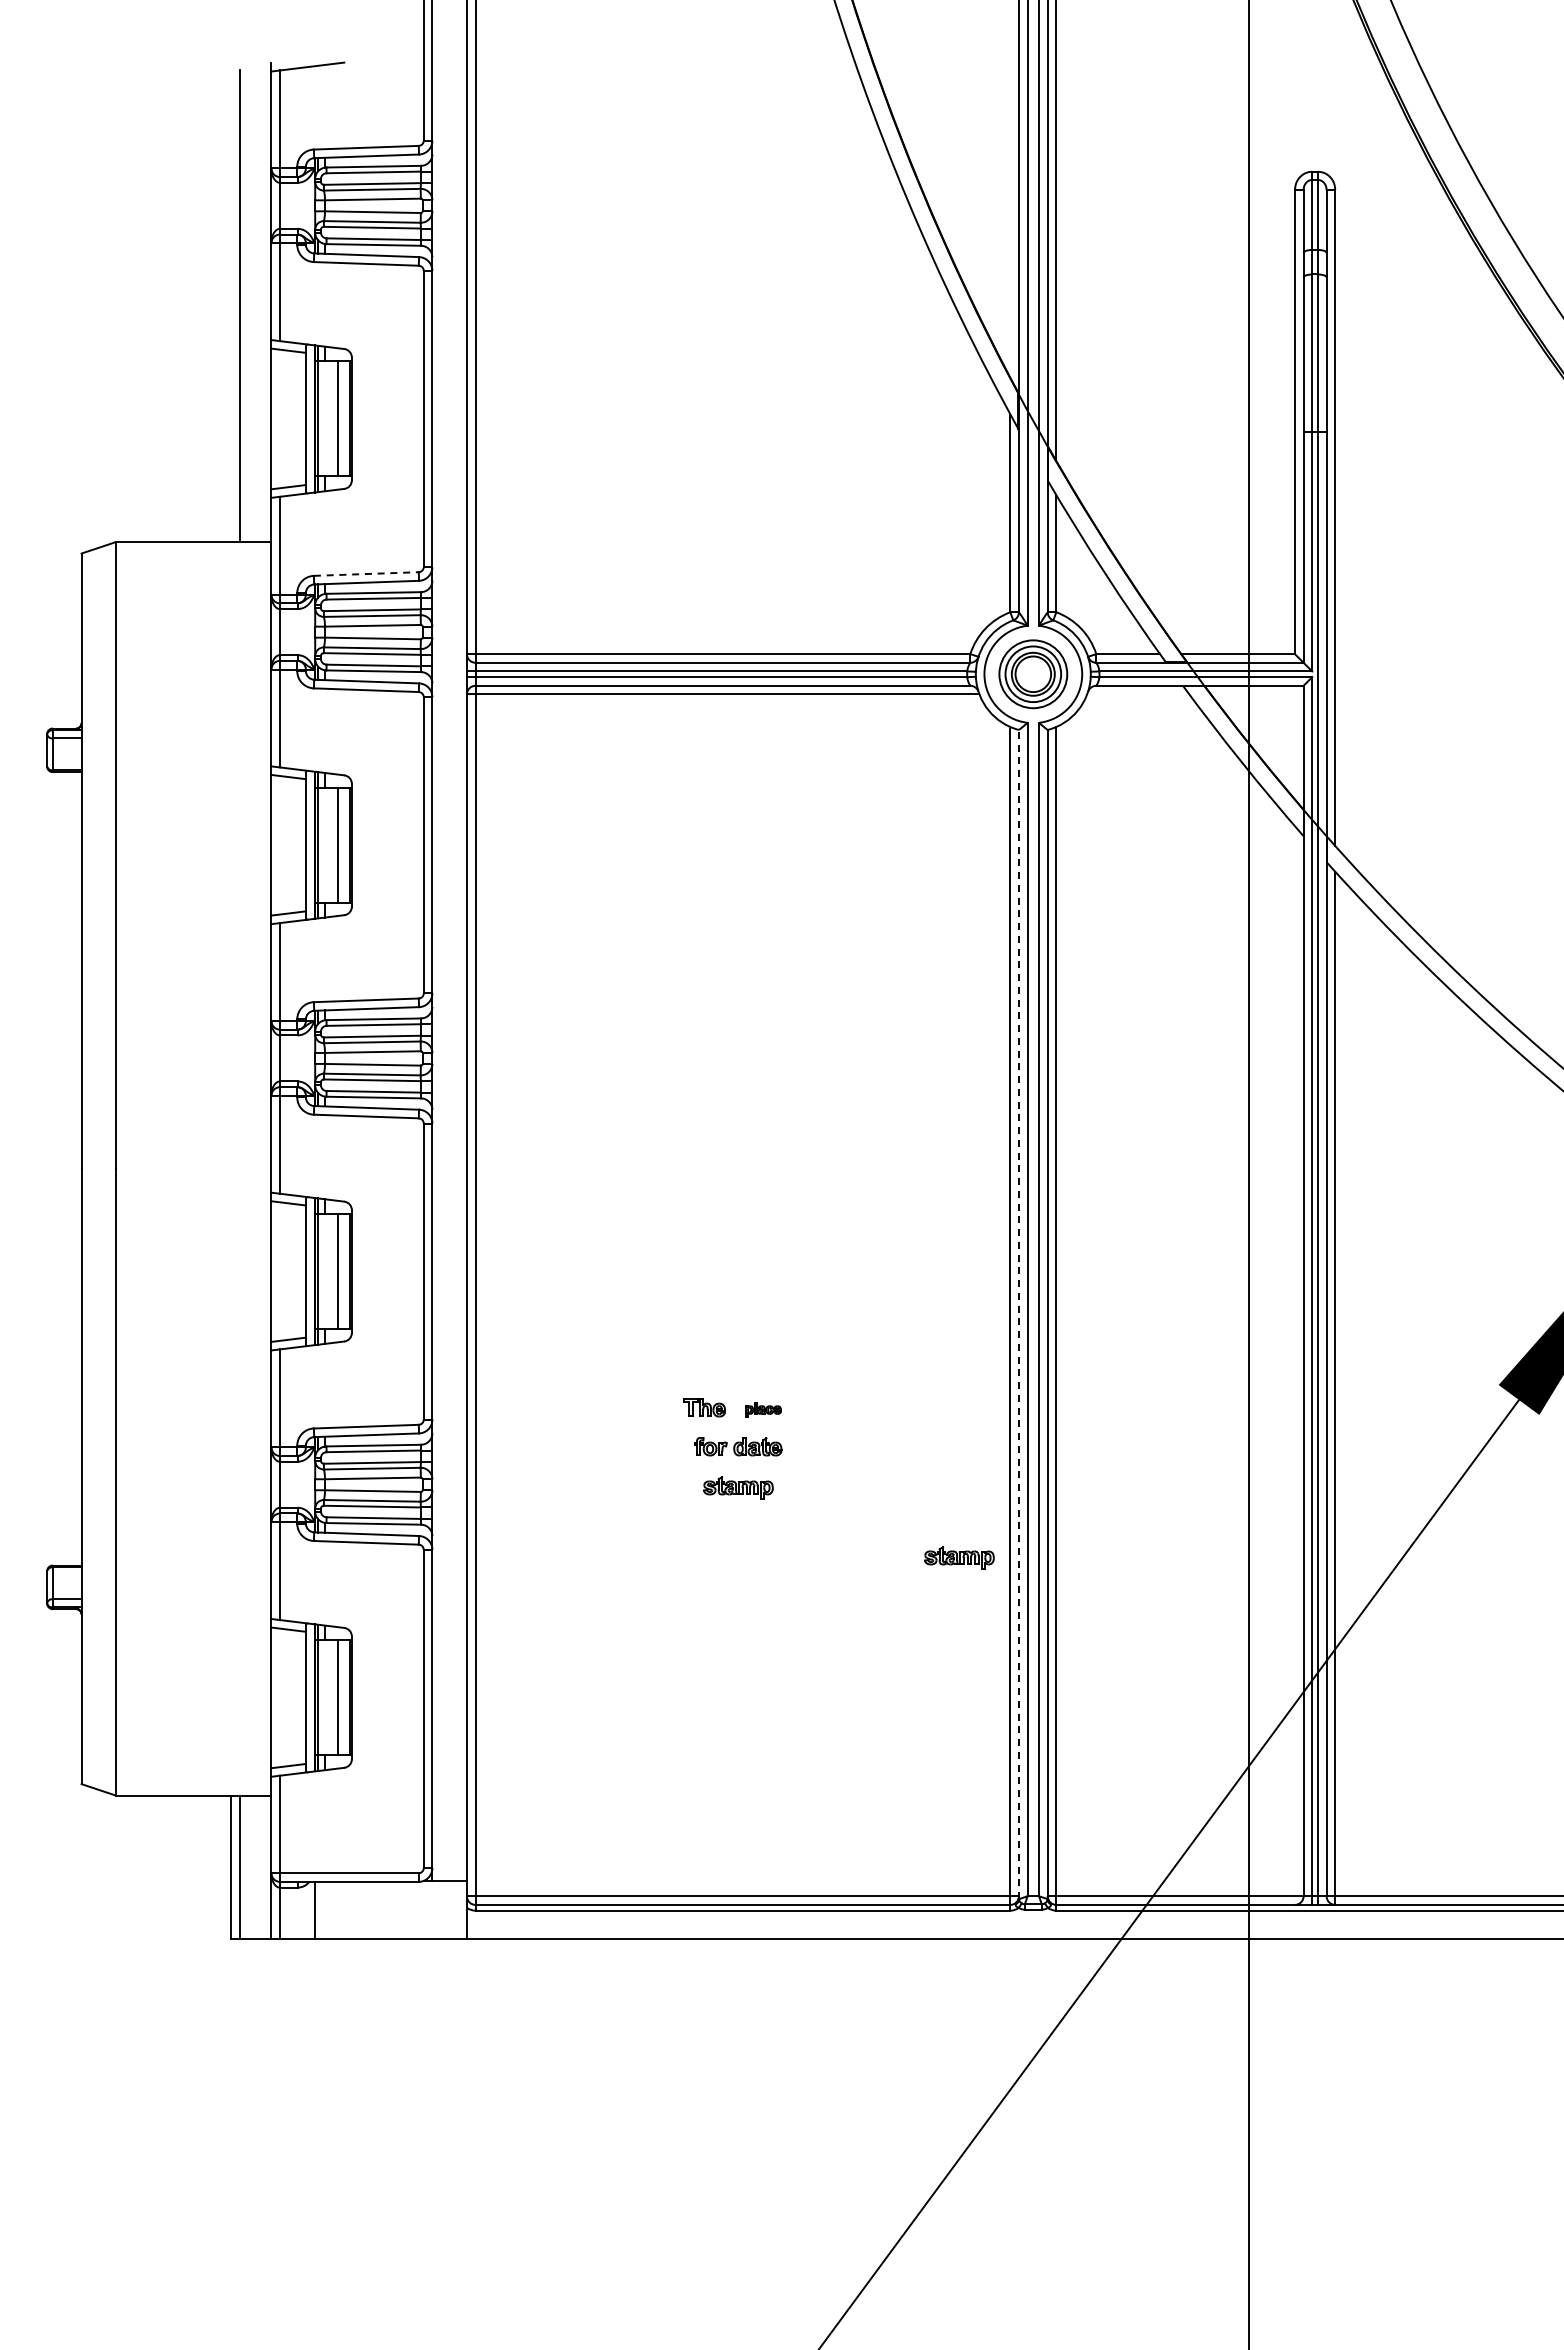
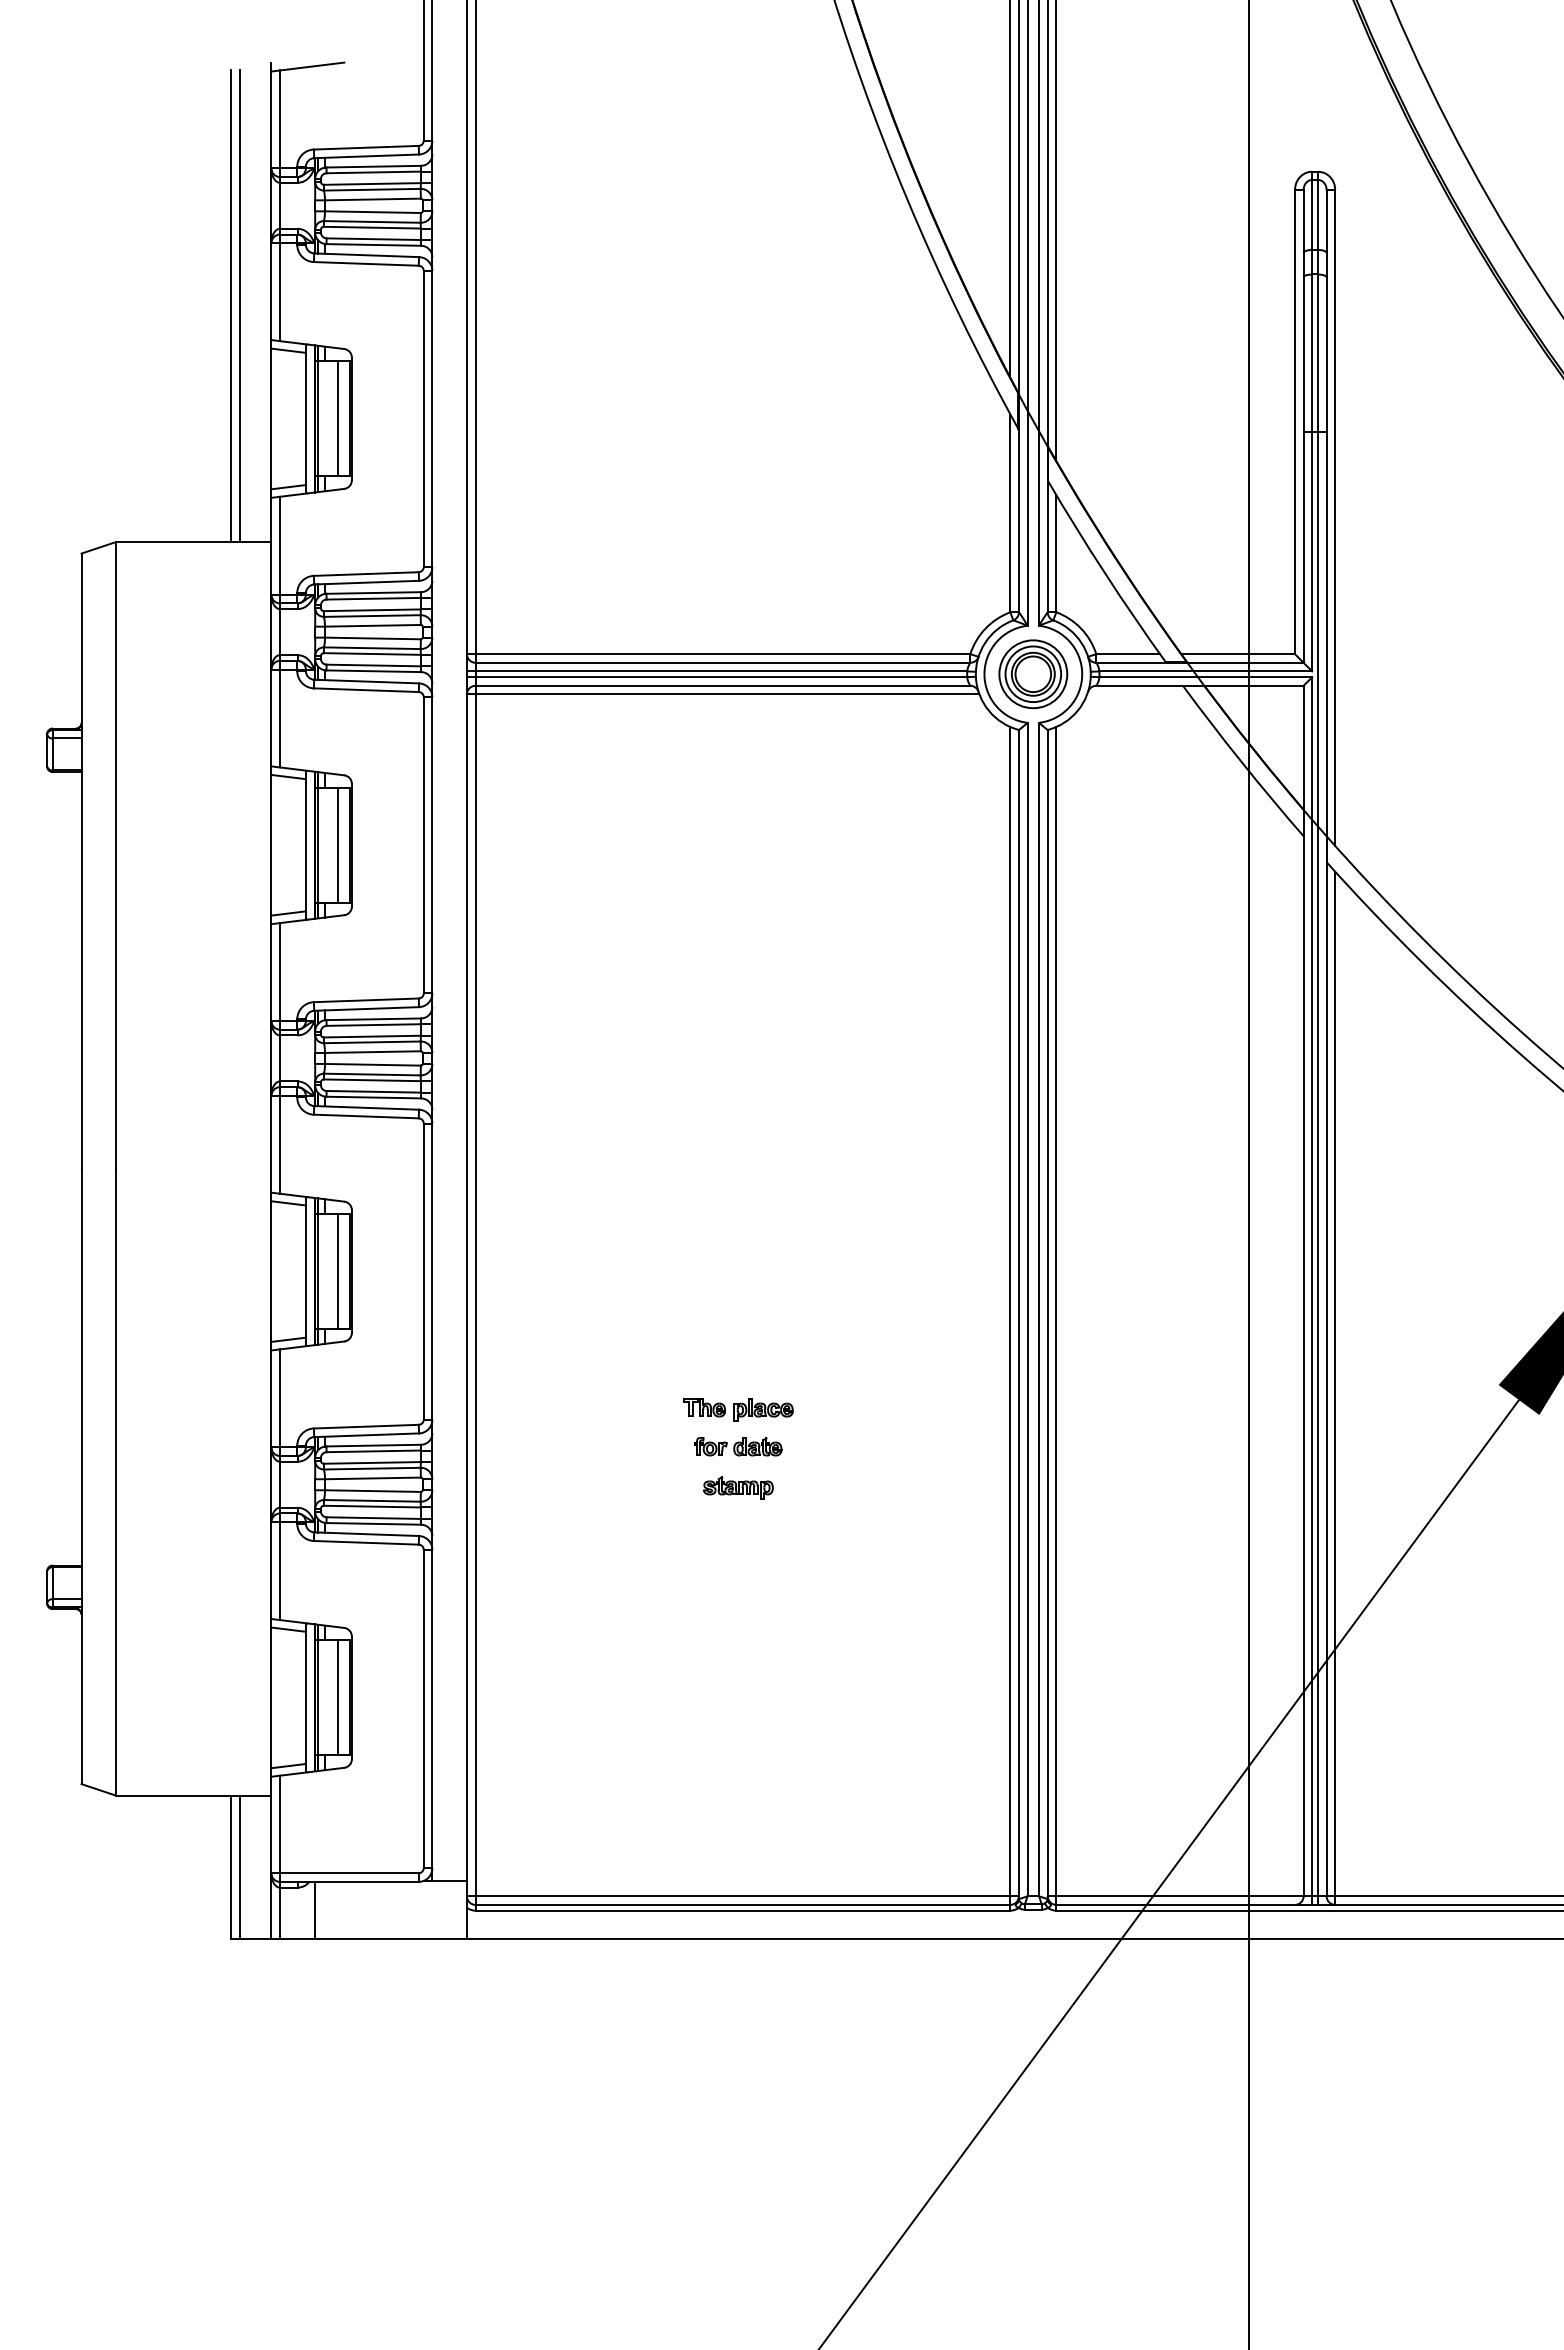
line at (1010, 189): none -> present
line at (231, 306): none -> present
line at (366, 574): dashed -> solid
line at (1018, 1314): dashed -> solid
part at (763, 1409) size: 37x16 px -> 61x24 px
part at (959, 1557): present -> none
